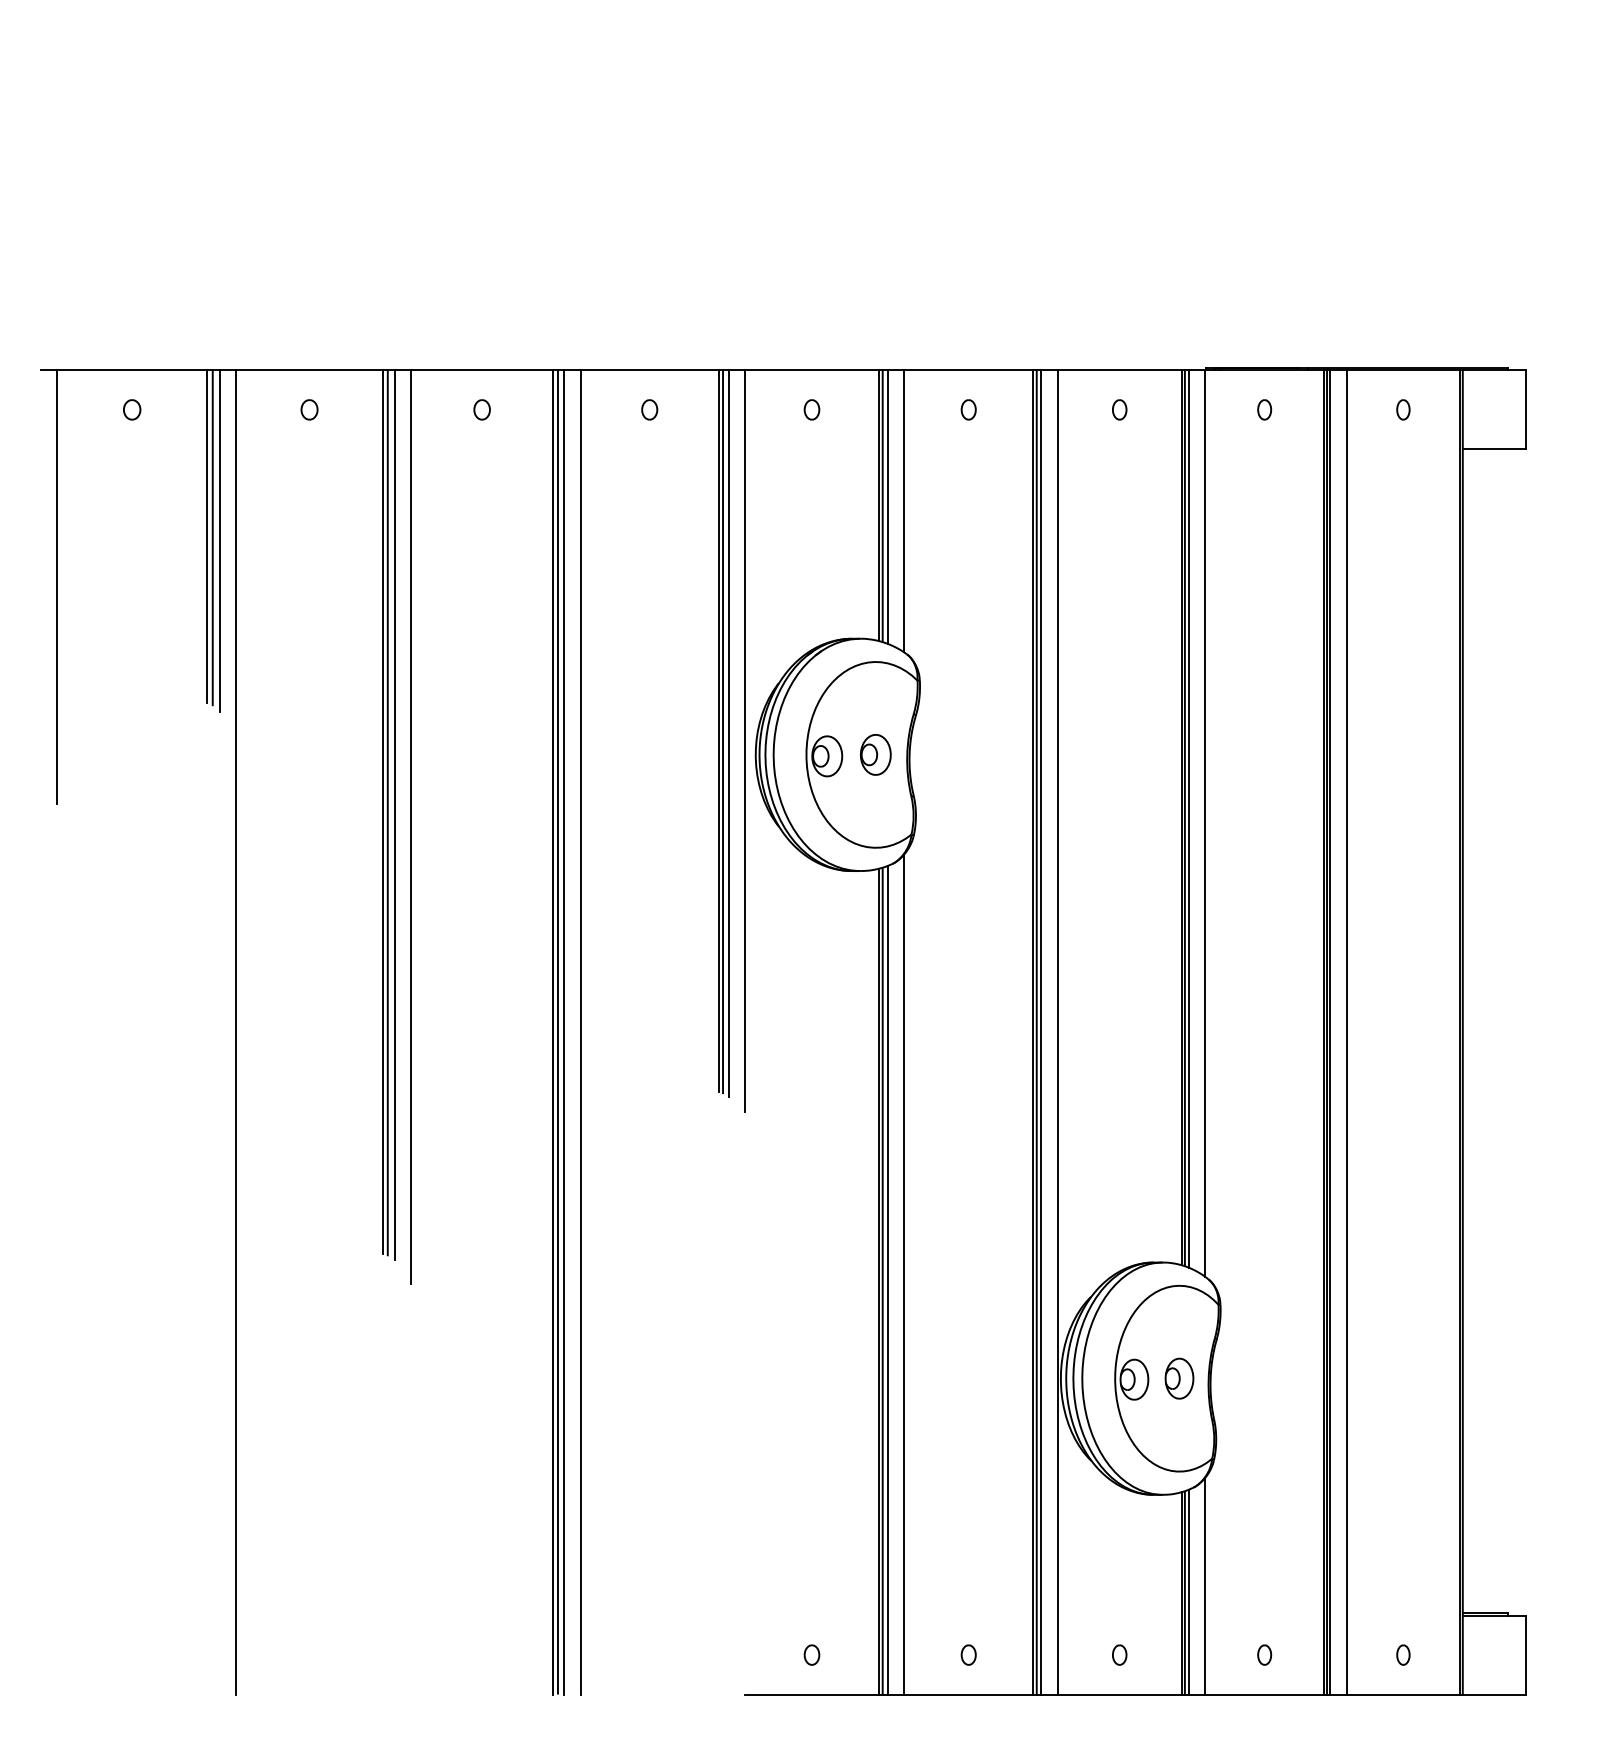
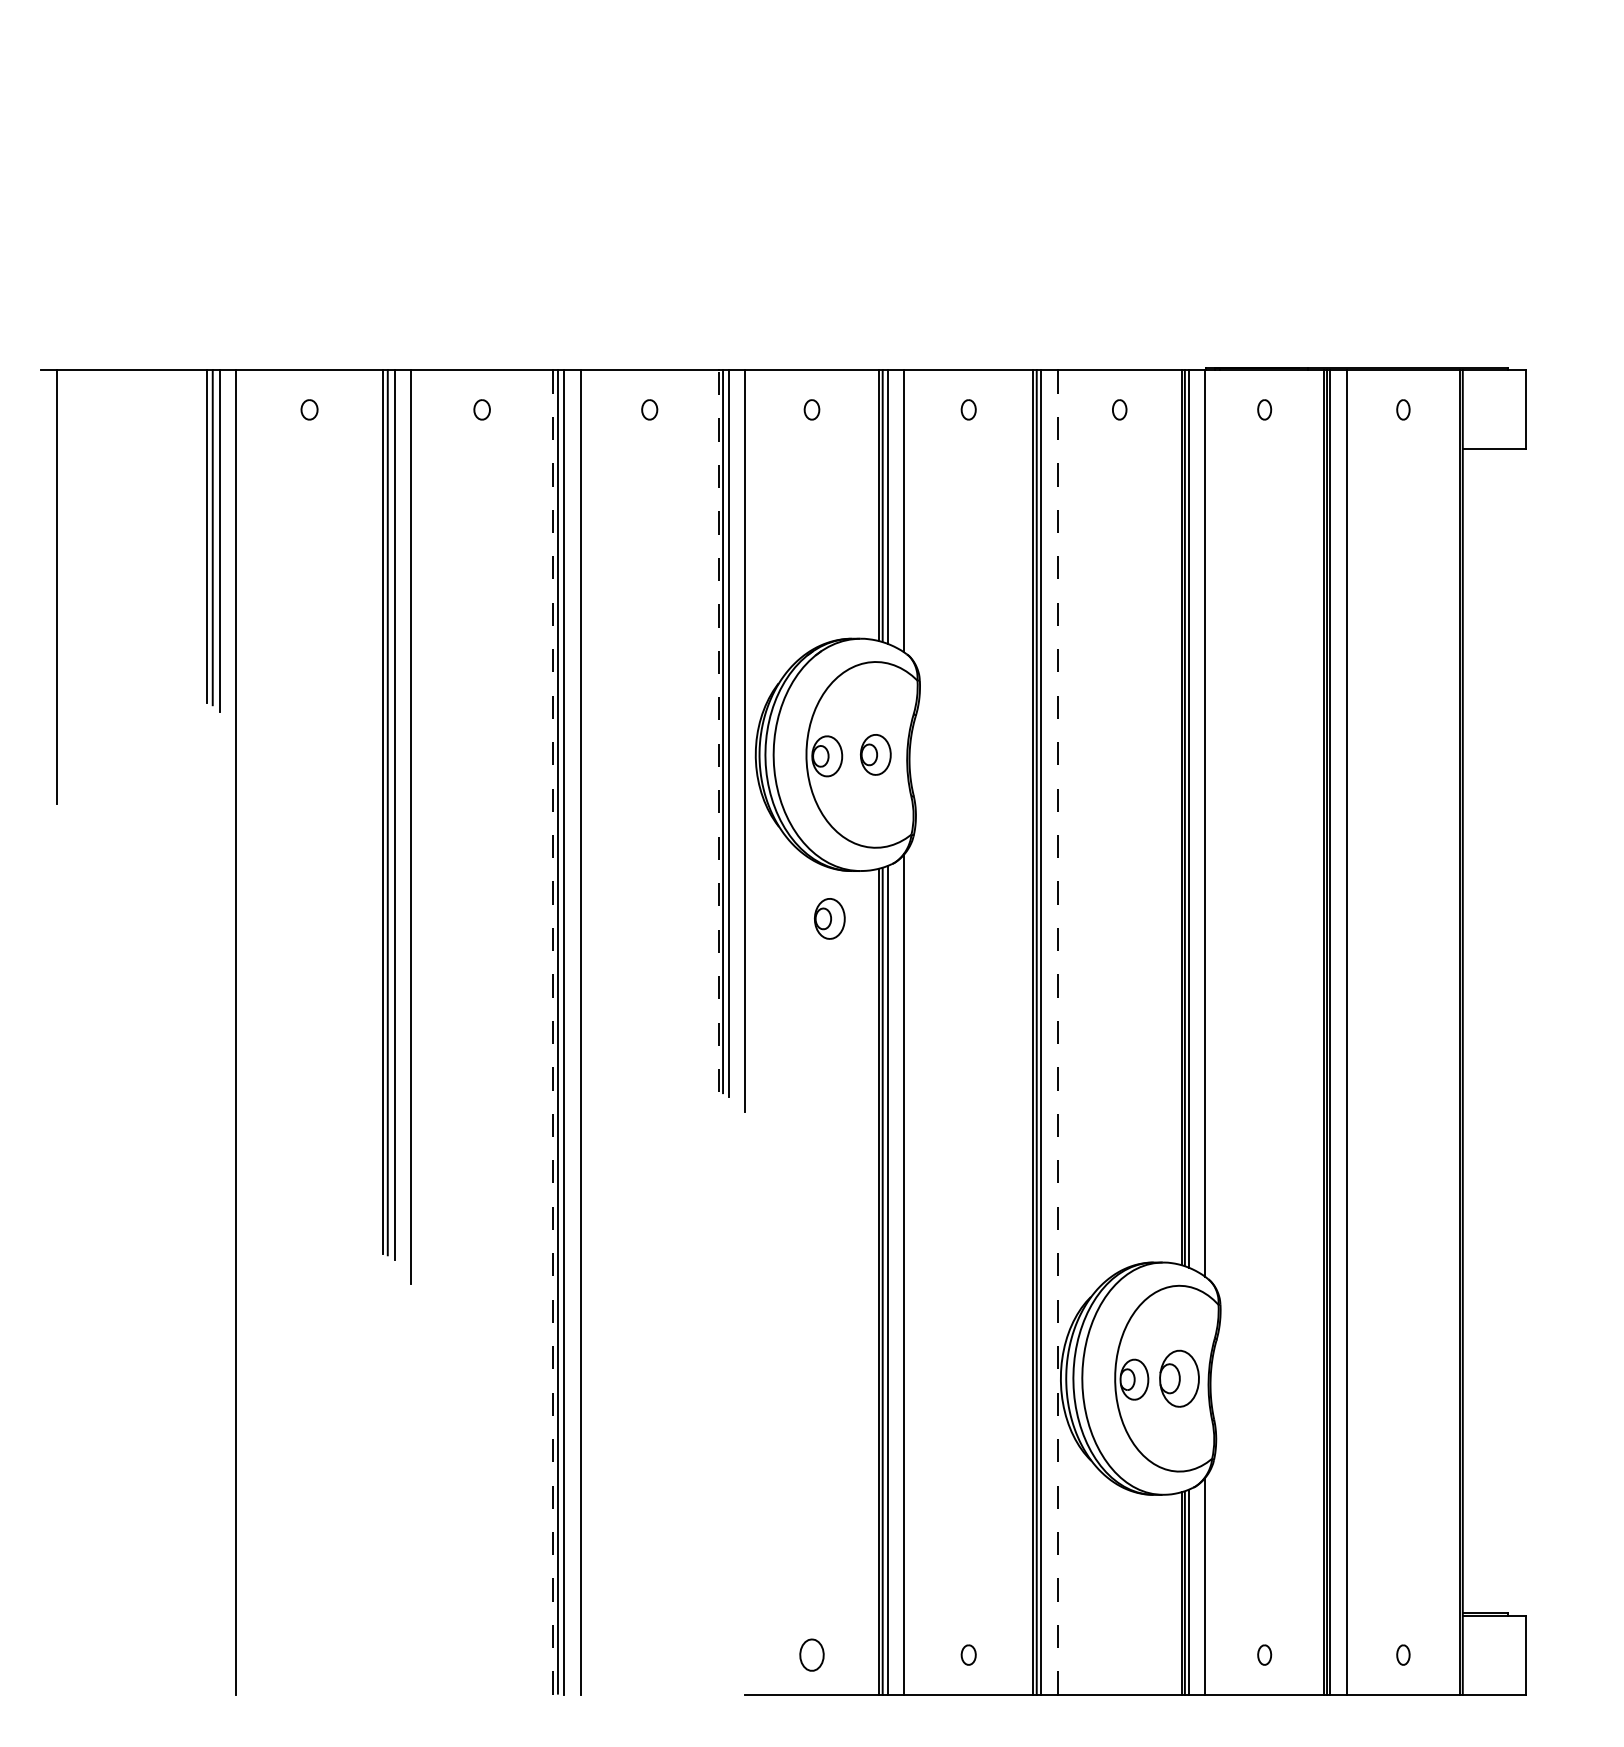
part at (132, 409): present -> none
line at (718, 731): solid -> dashed
part at (829, 918): none -> present
line at (553, 1031): solid -> dashed
line at (1057, 1032): solid -> dashed
part at (1179, 1378) size: 31x43 px -> 41x59 px
part at (811, 1654) size: 18x22 px -> 26x34 px
part at (1119, 1654): present -> none
